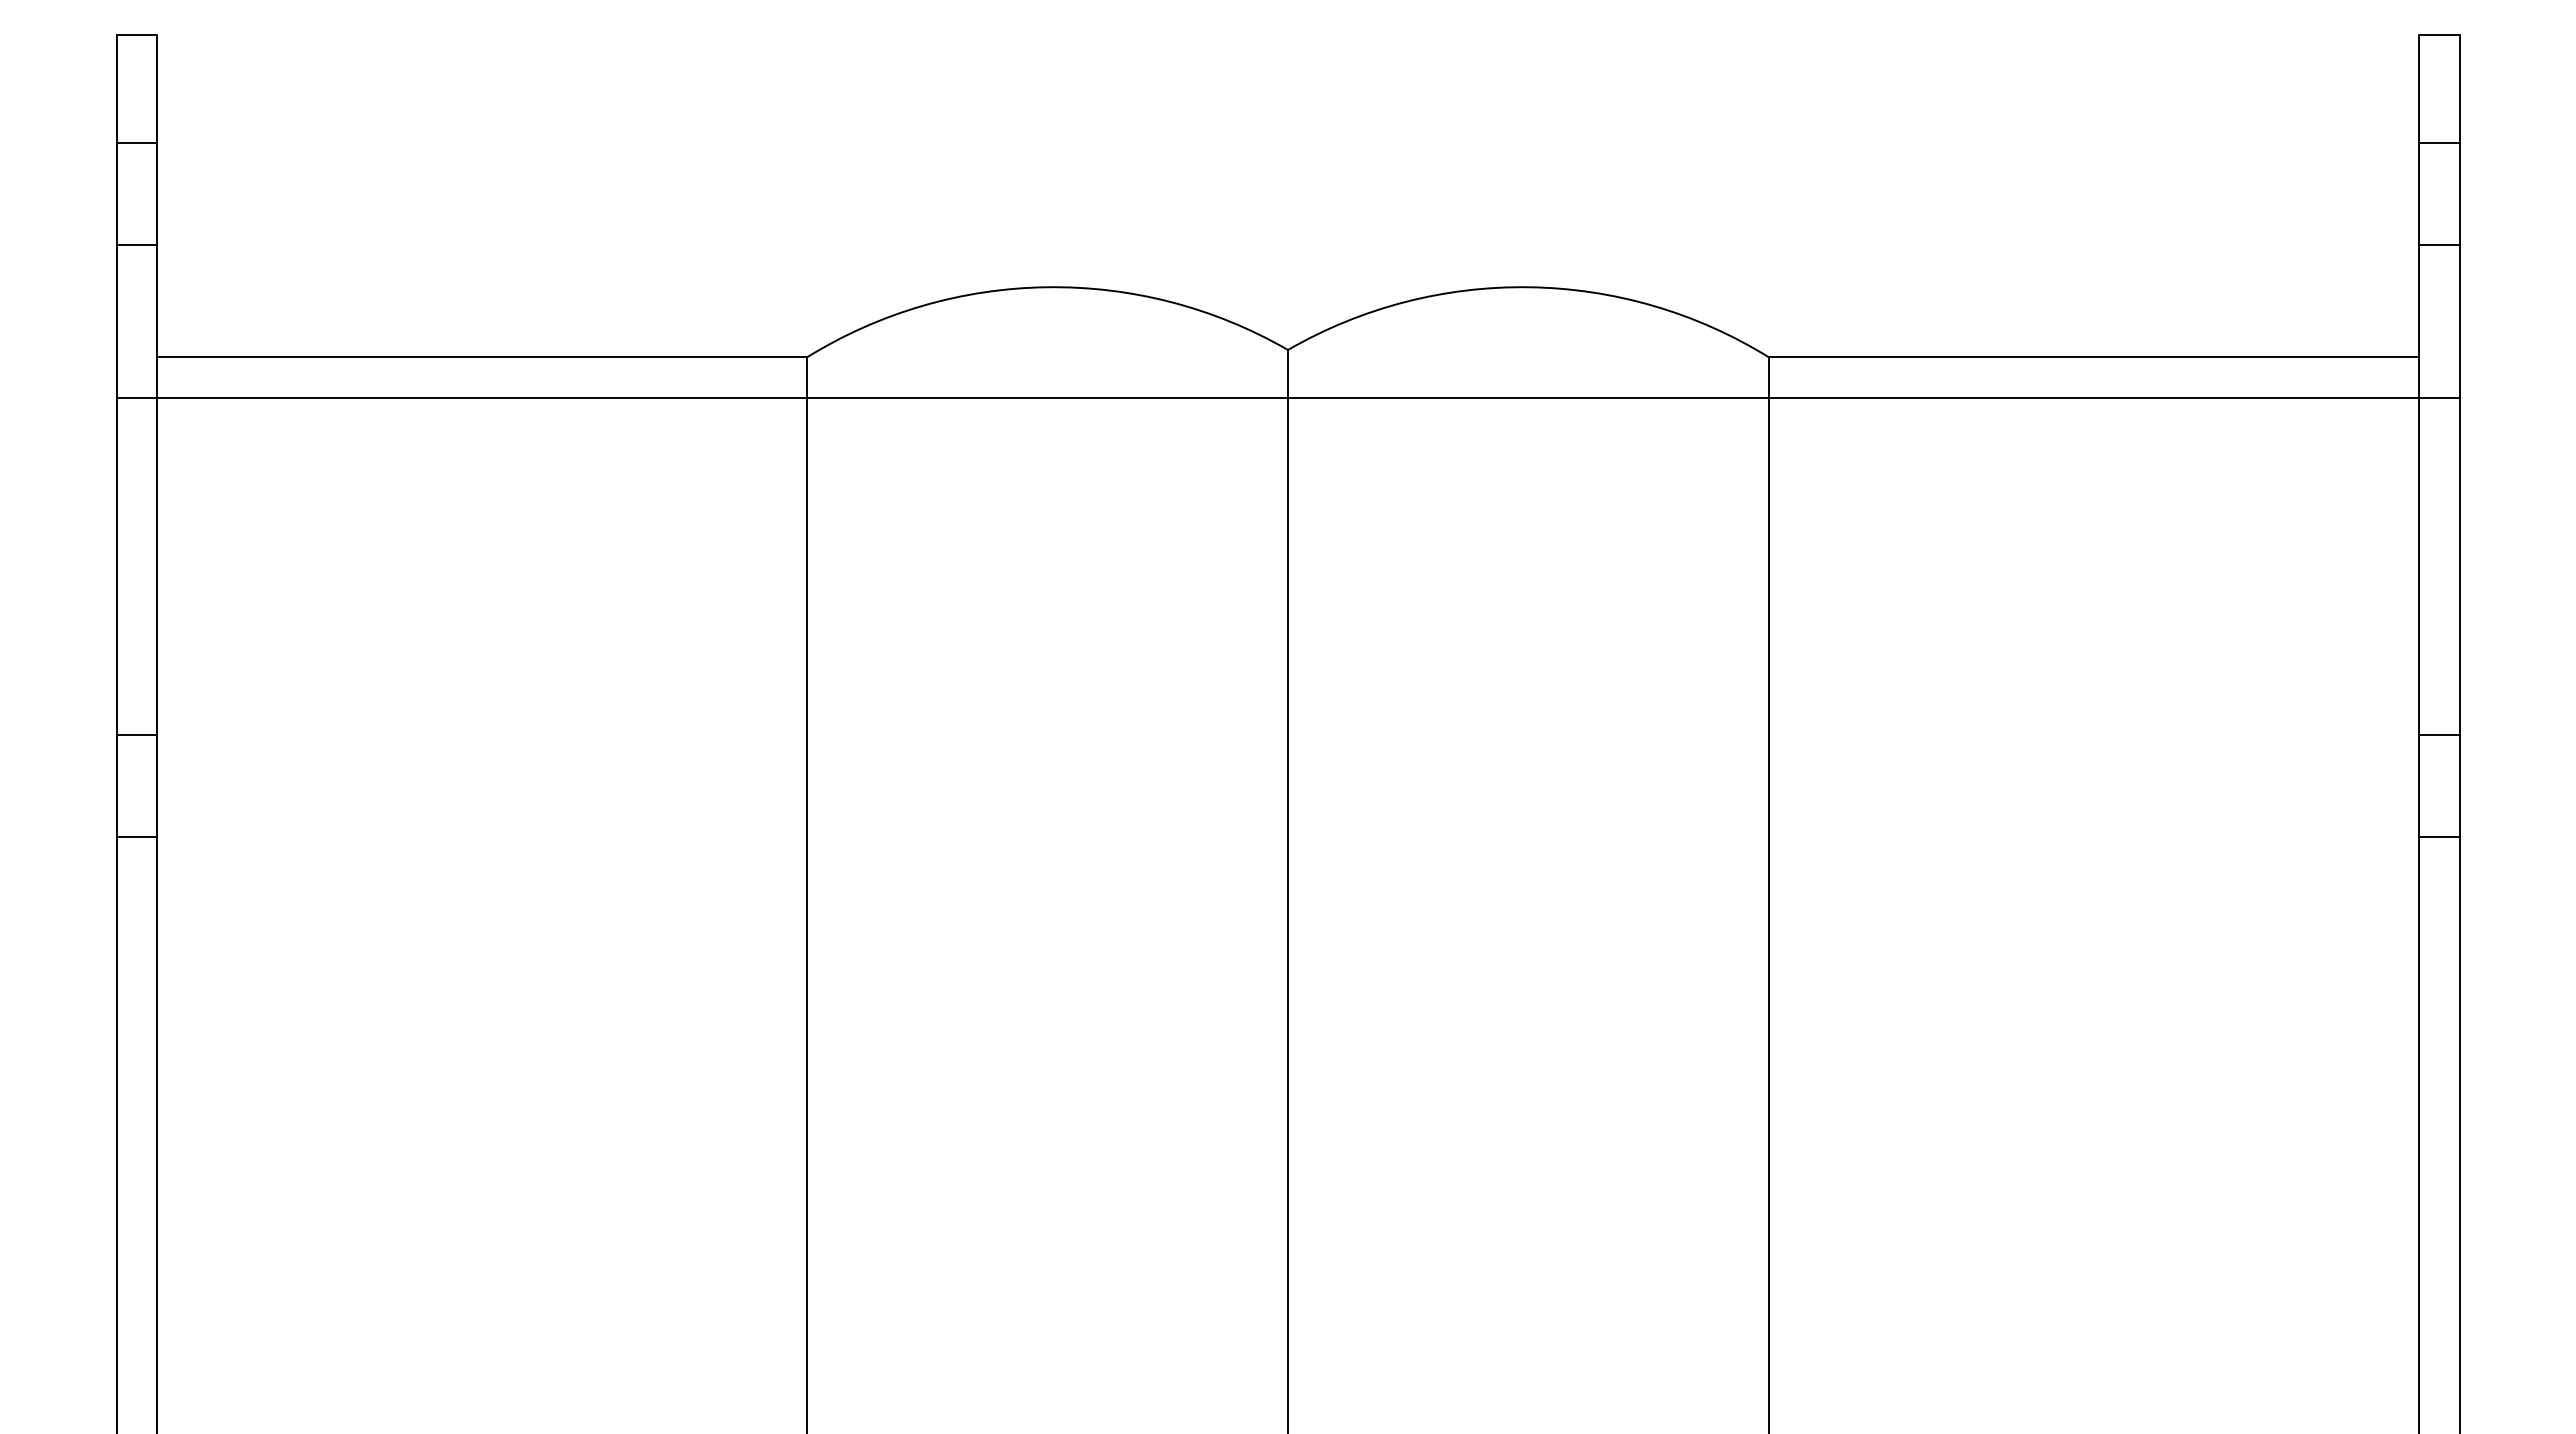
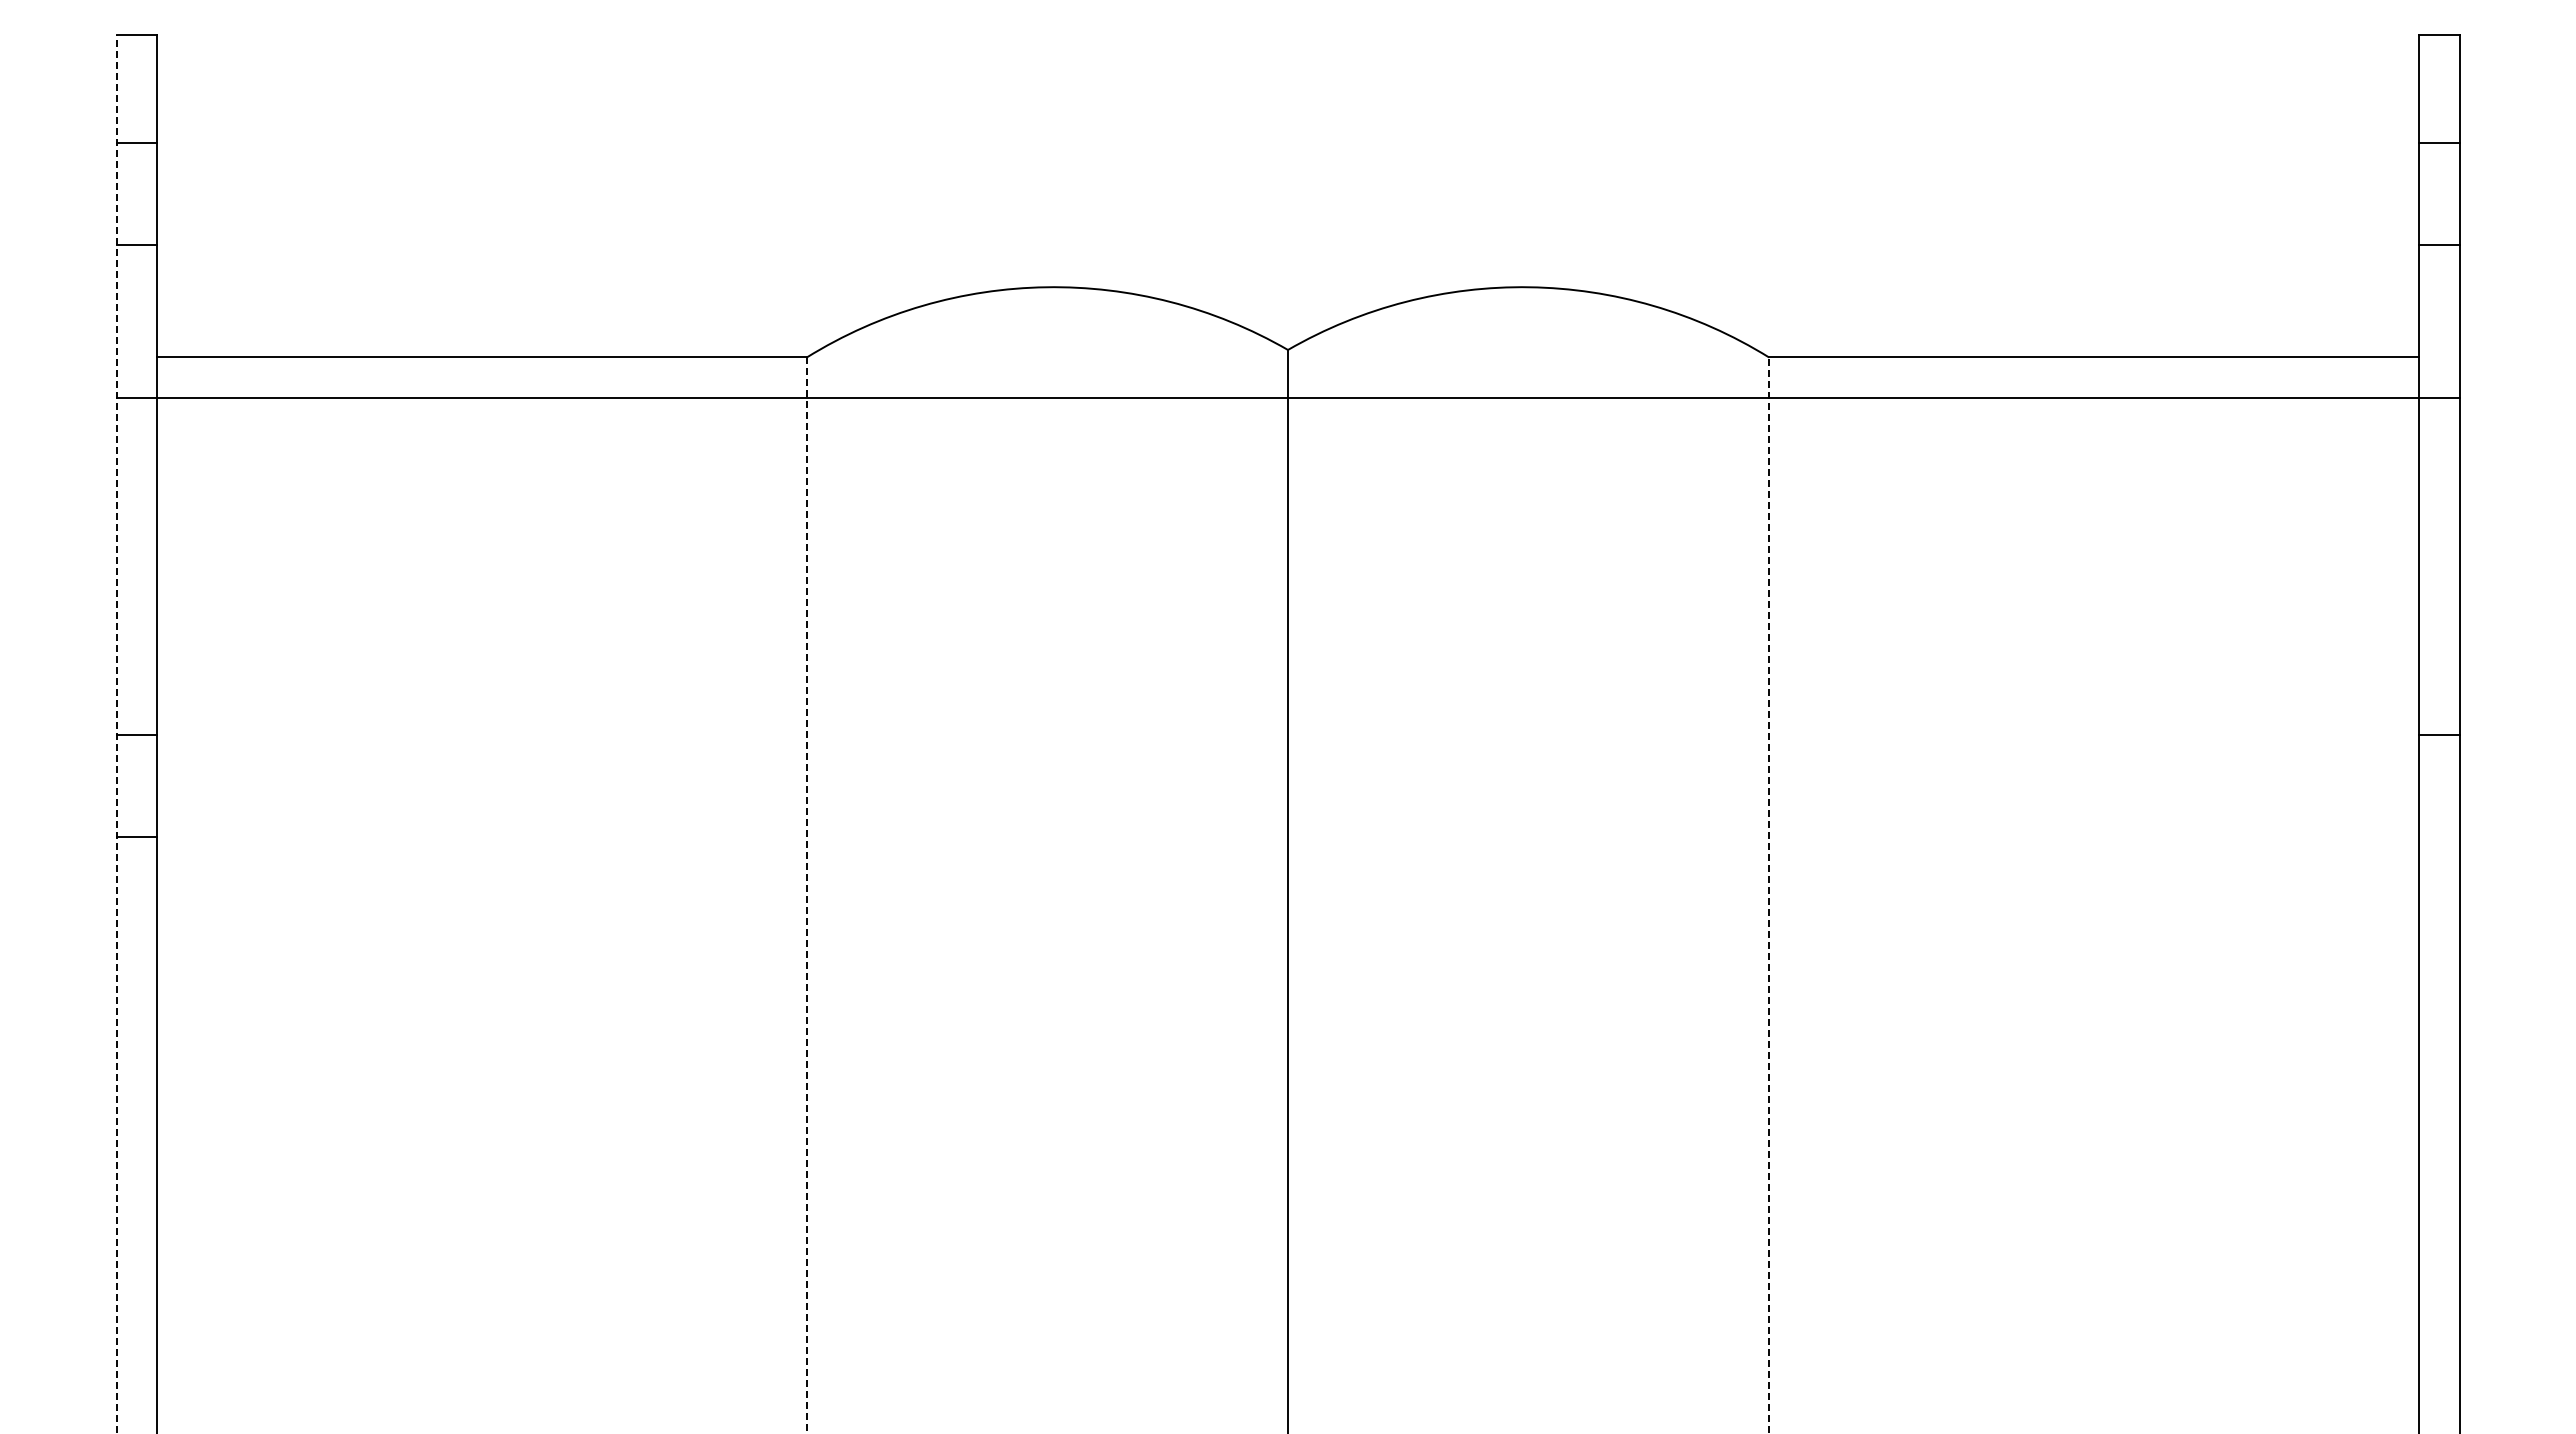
line at (116, 733): solid -> dashed
line at (2438, 836): present -> none
line at (1769, 895): solid -> dashed
line at (806, 896): solid -> dashed
